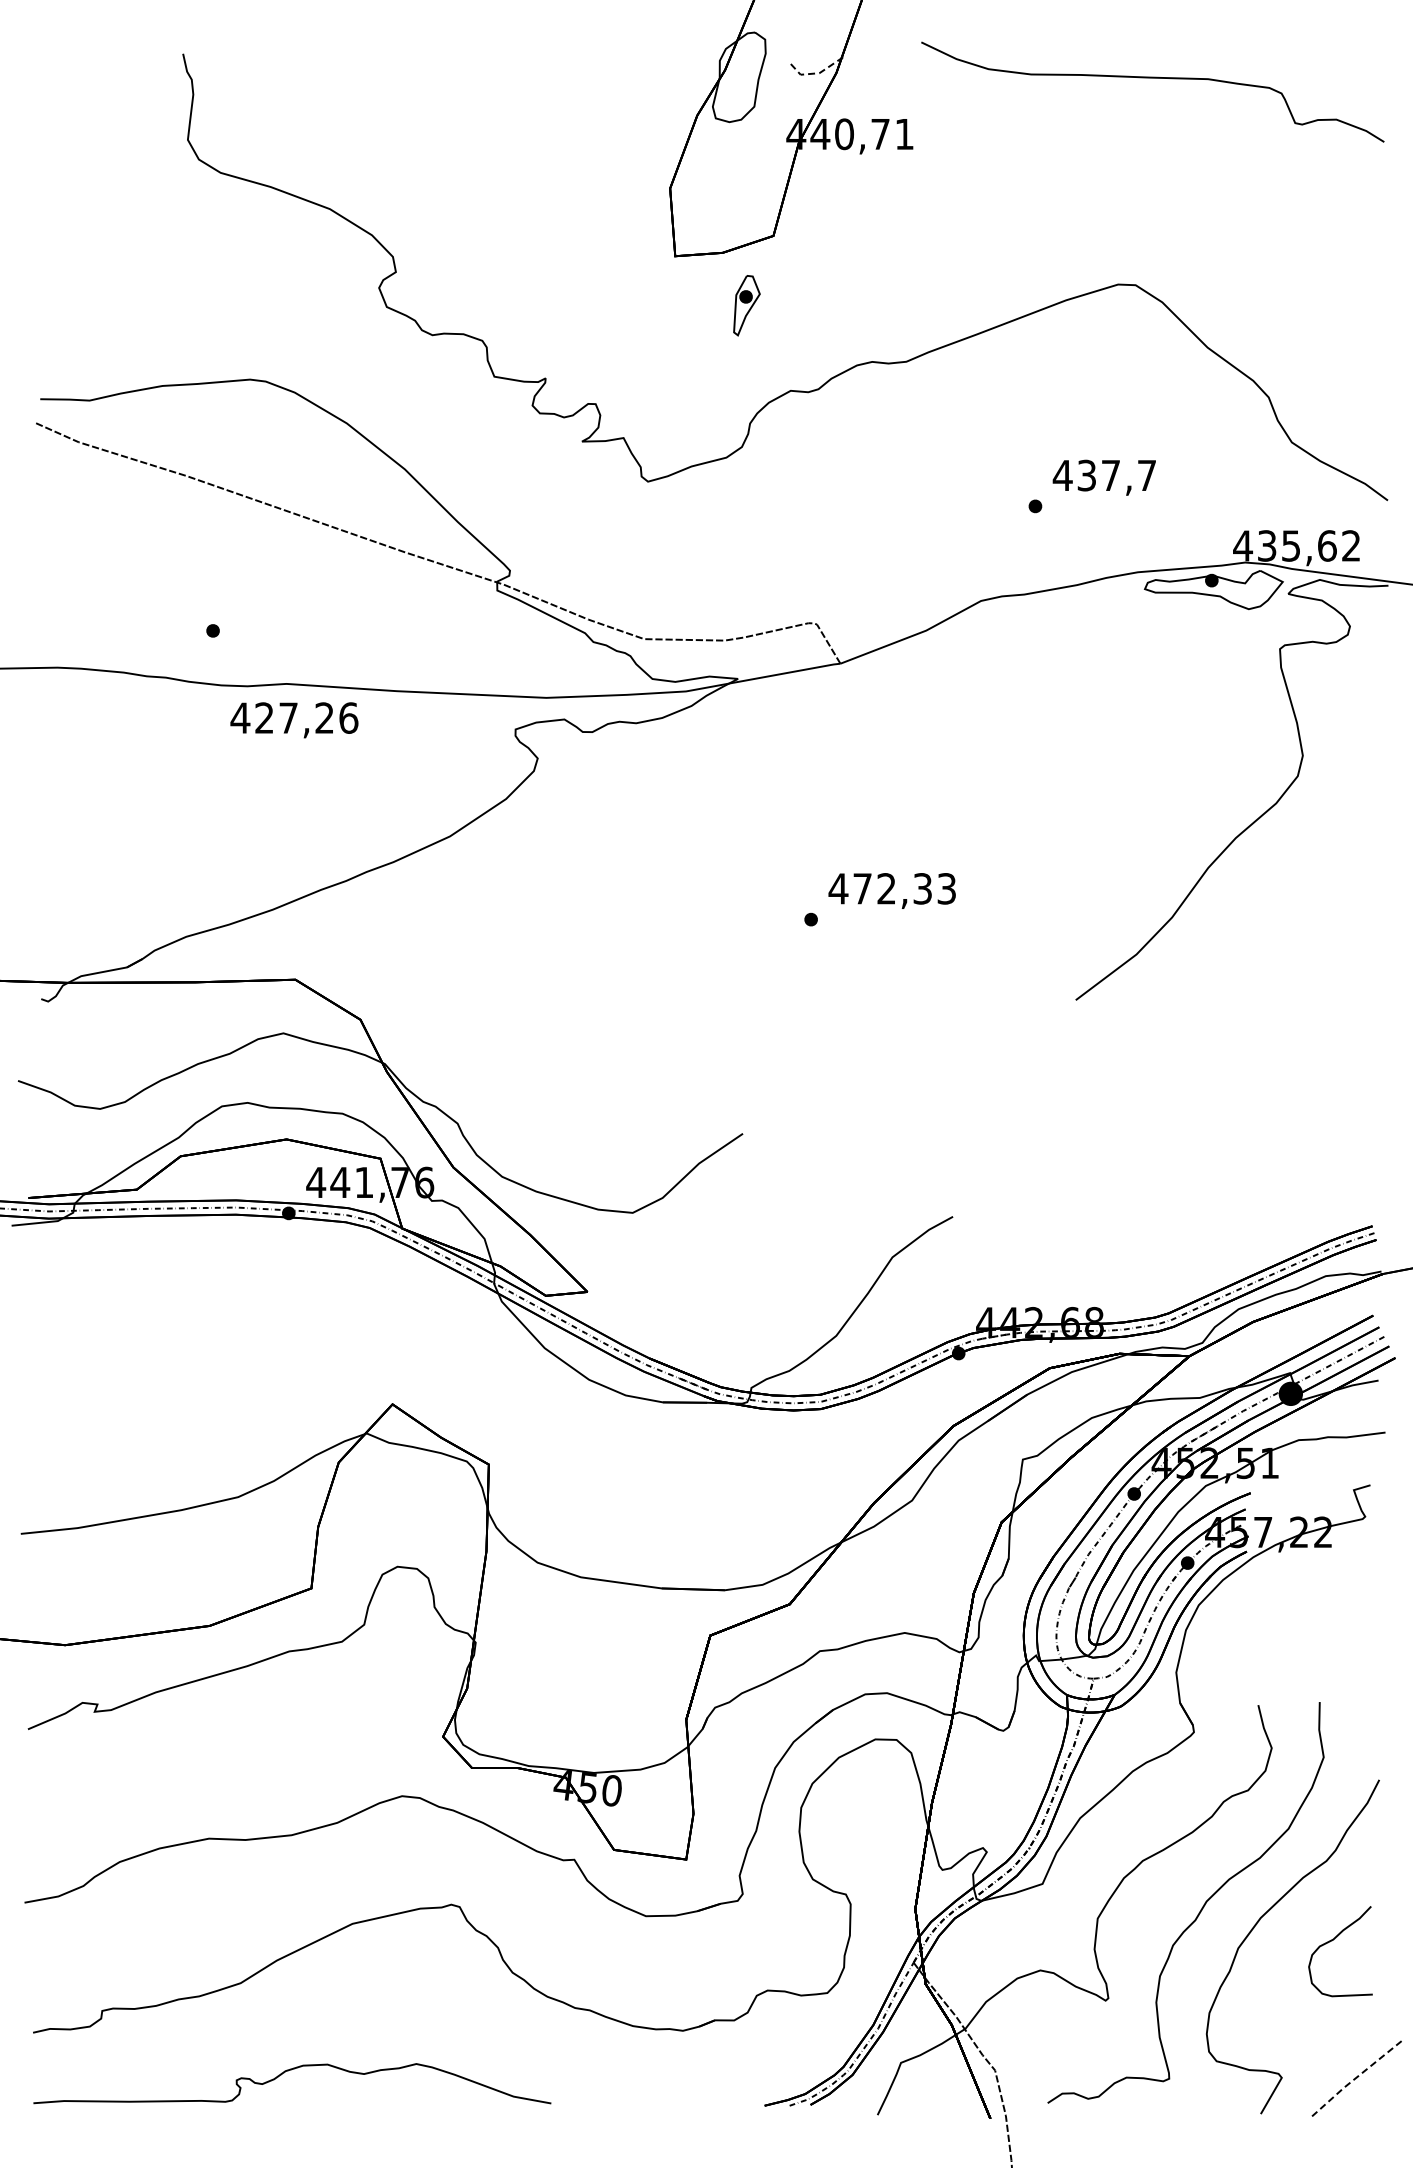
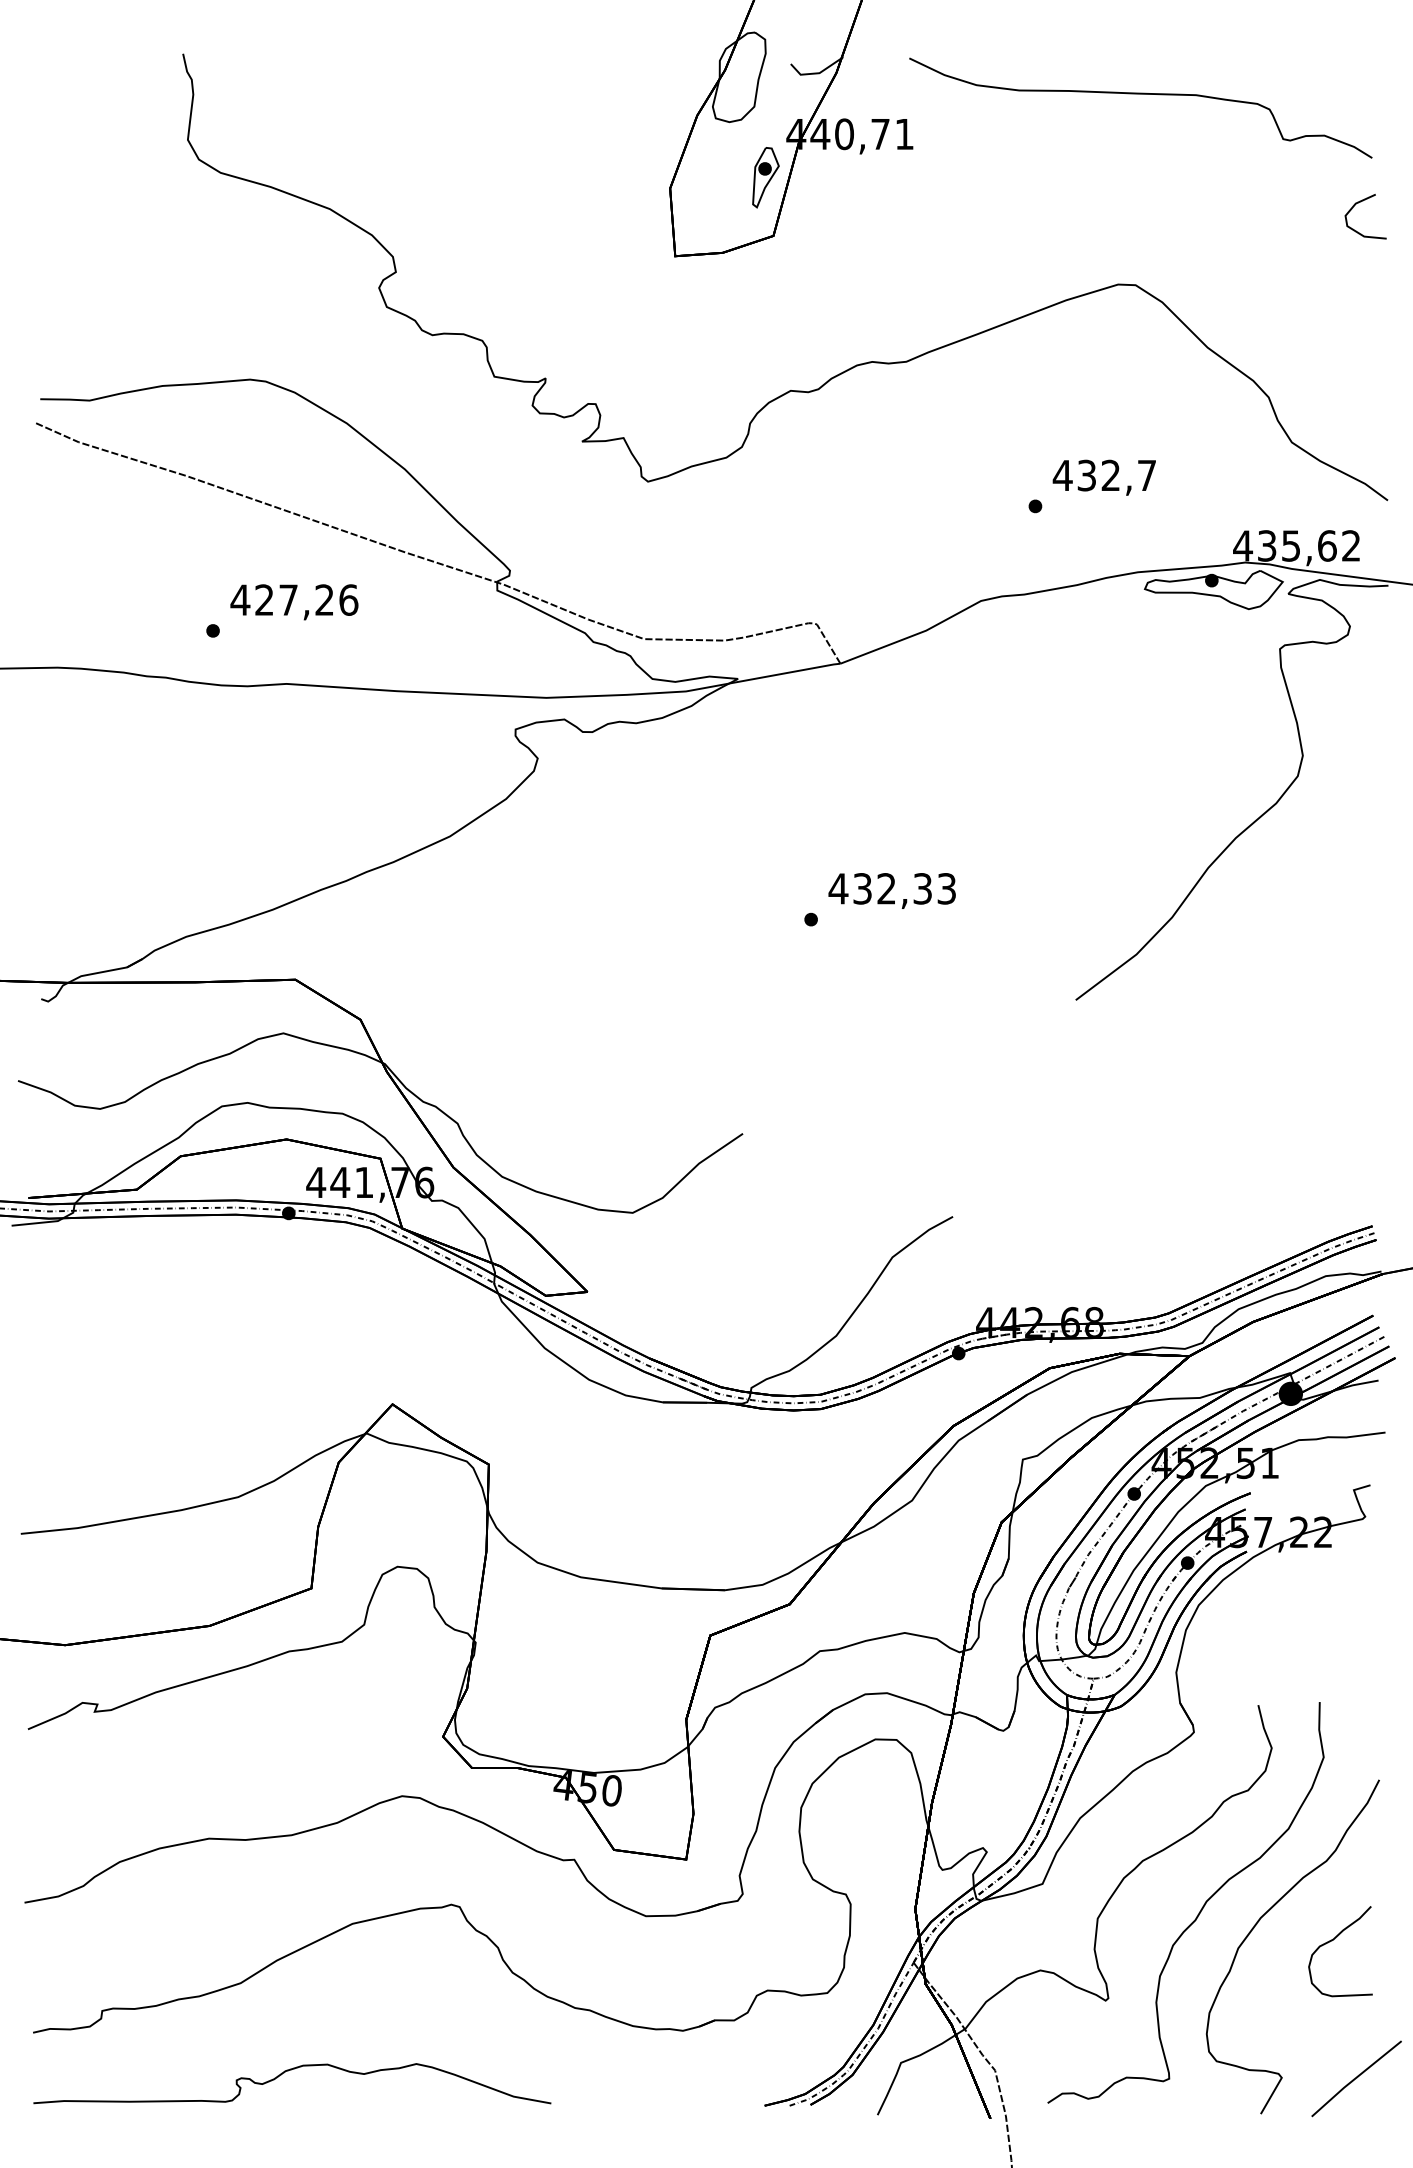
line at (817, 73): dashed -> solid
curve at (1152, 78) position: (1152, 78) -> (1140, 94)
curve at (1358, 203): none -> present
part at (746, 305) position: (746, 305) -> (765, 177)
text at (1110, 474): 437,7 -> 432,7
text at (294, 720) position: (294, 720) -> (294, 602)
text at (862, 888): 472,33 -> 432,33
line at (1355, 2078): dashed -> solid
